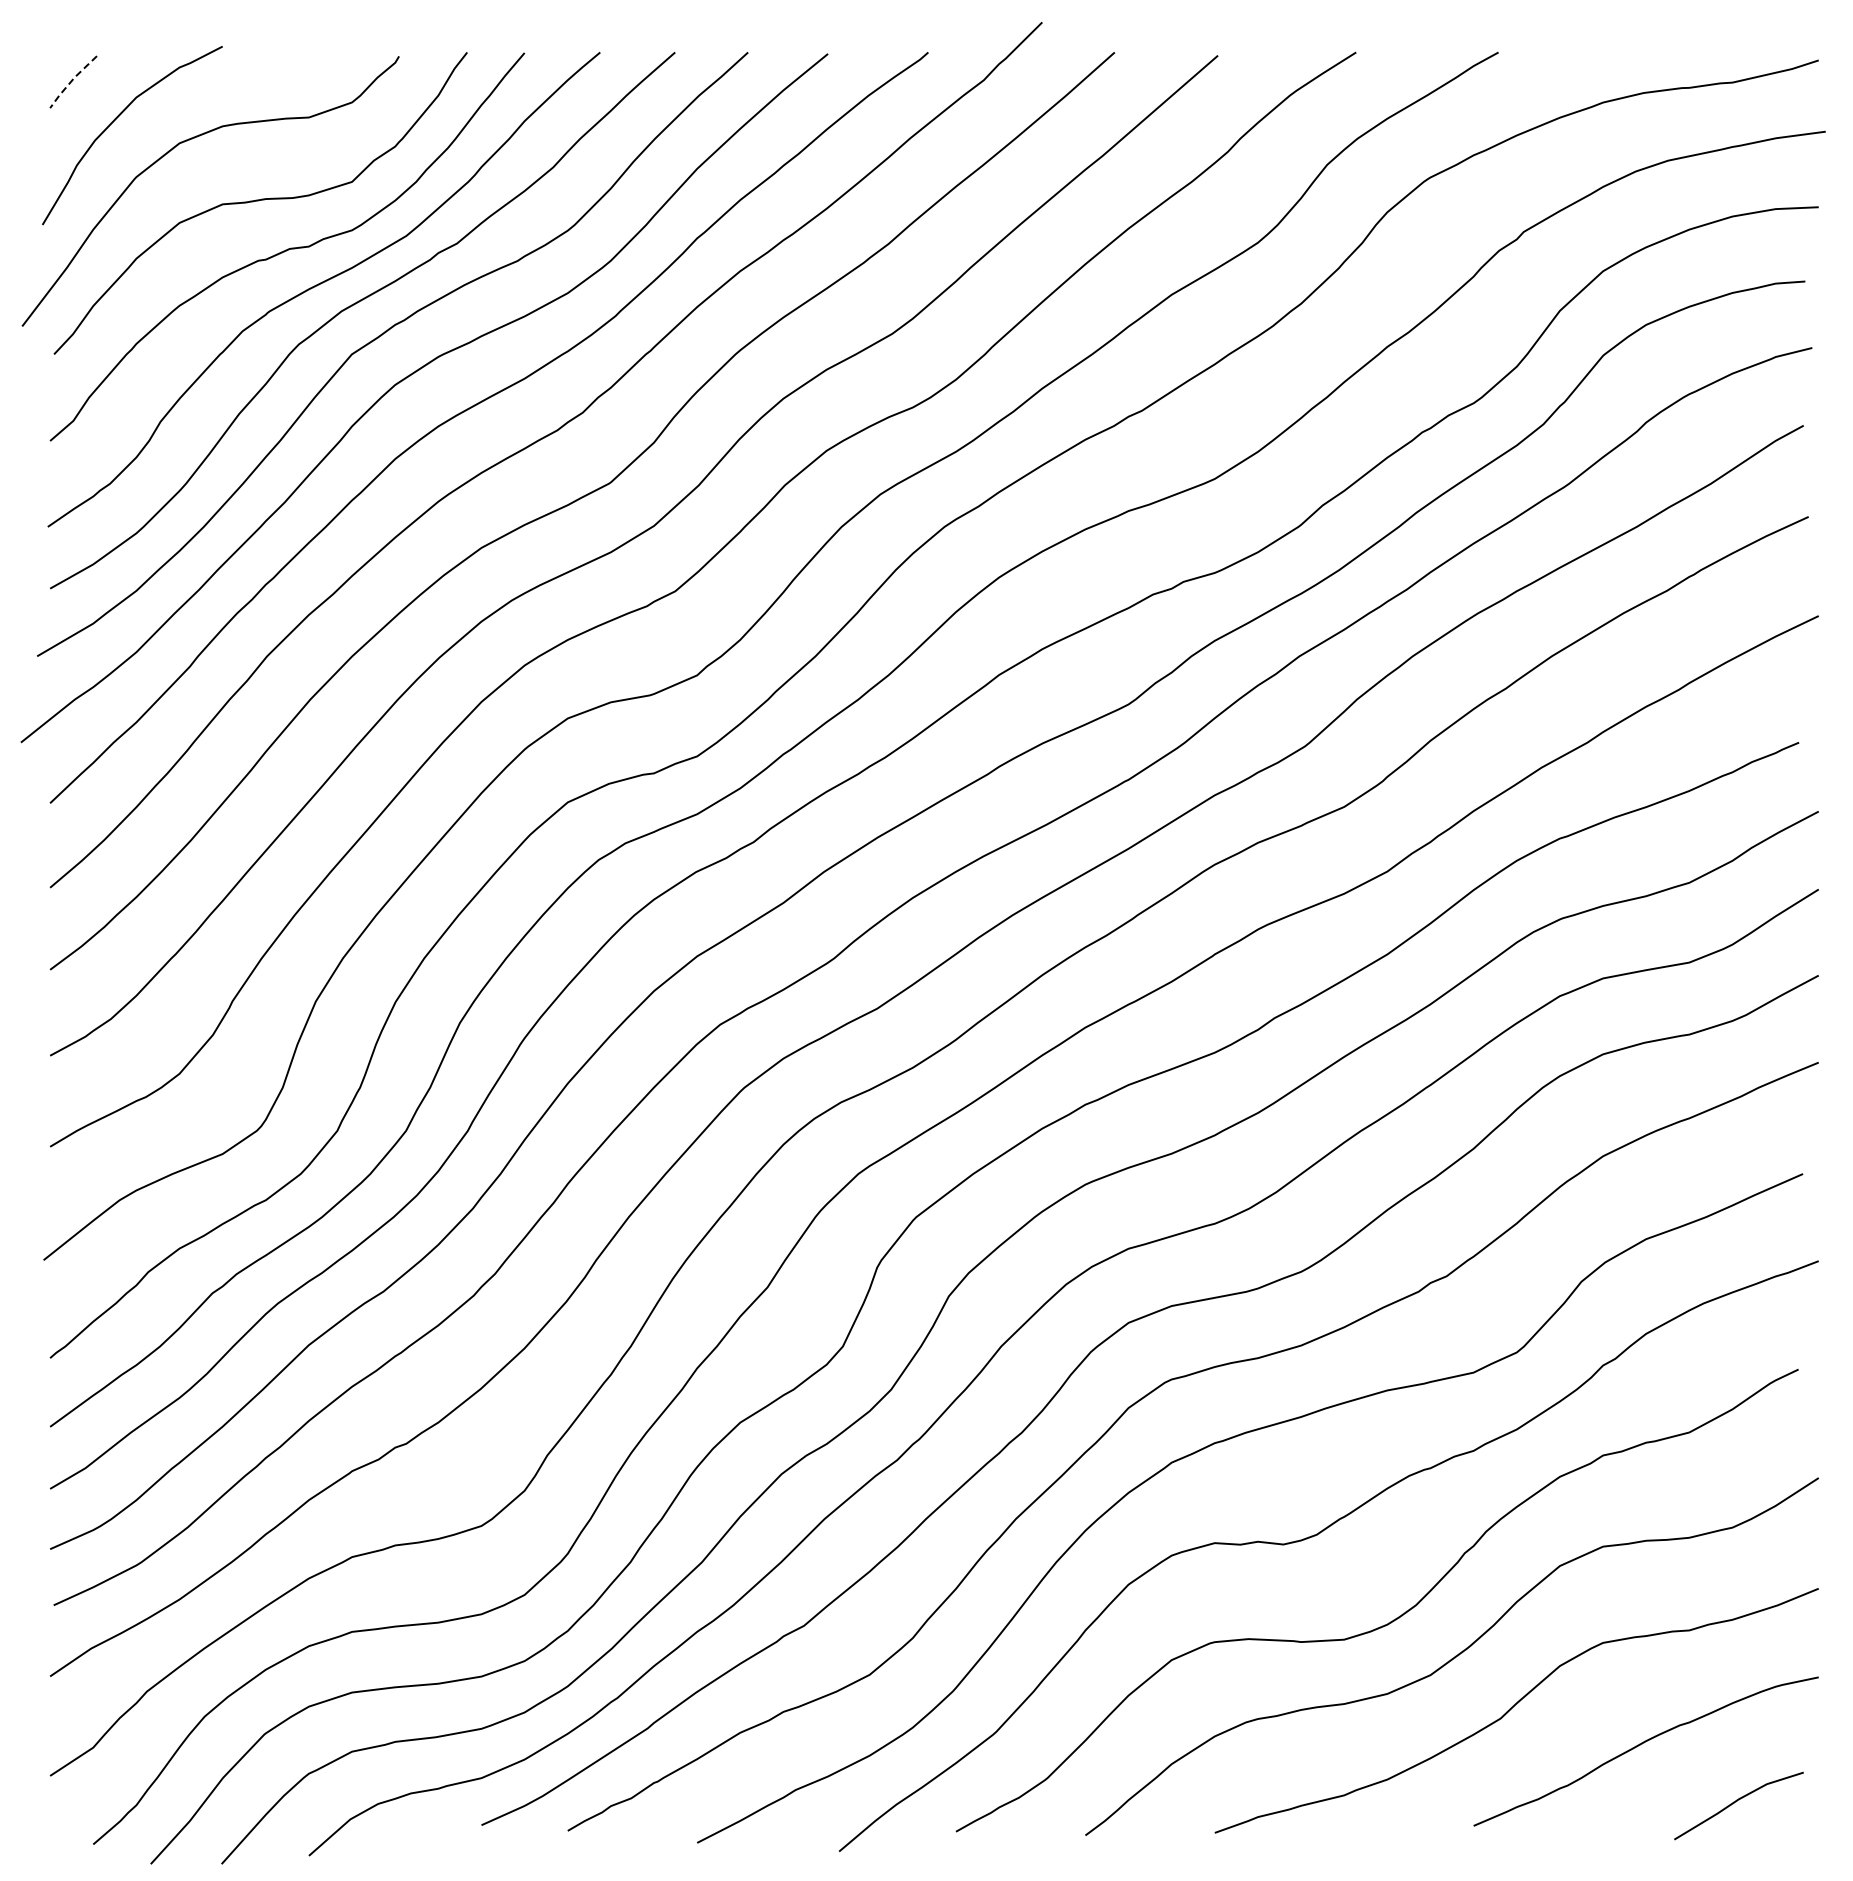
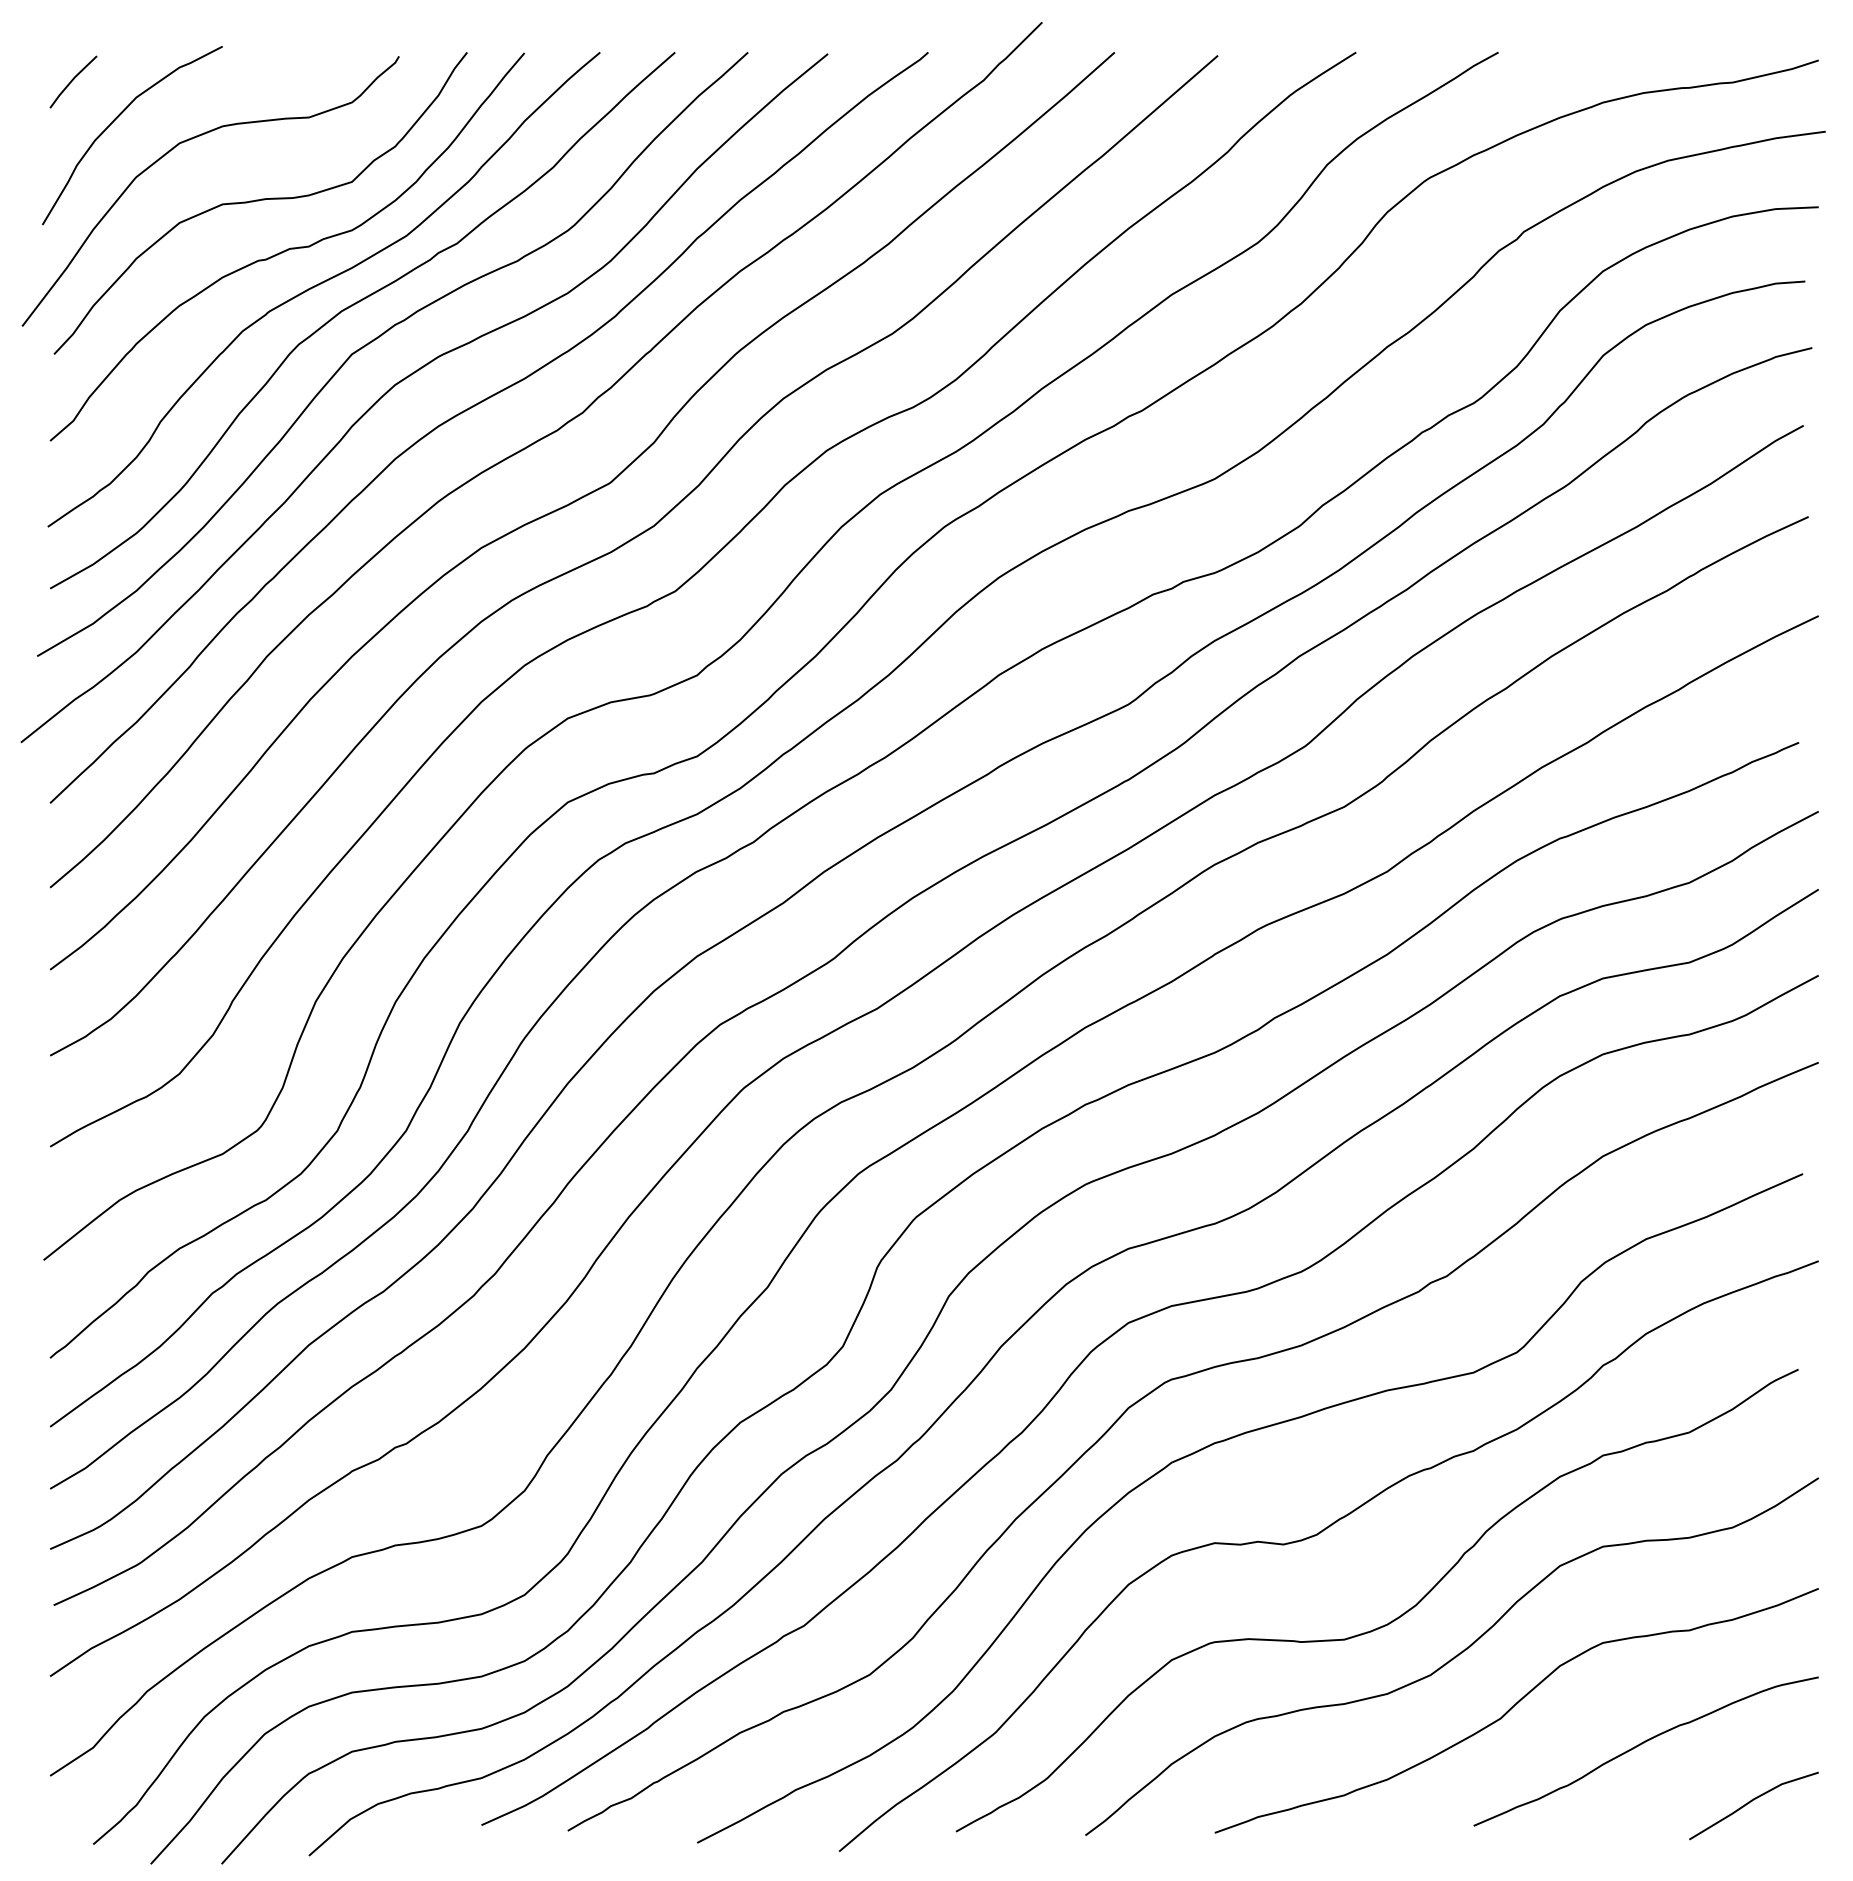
line at (71, 80): dashed -> solid
line at (1736, 1802) position: (1736, 1802) -> (1751, 1802)
